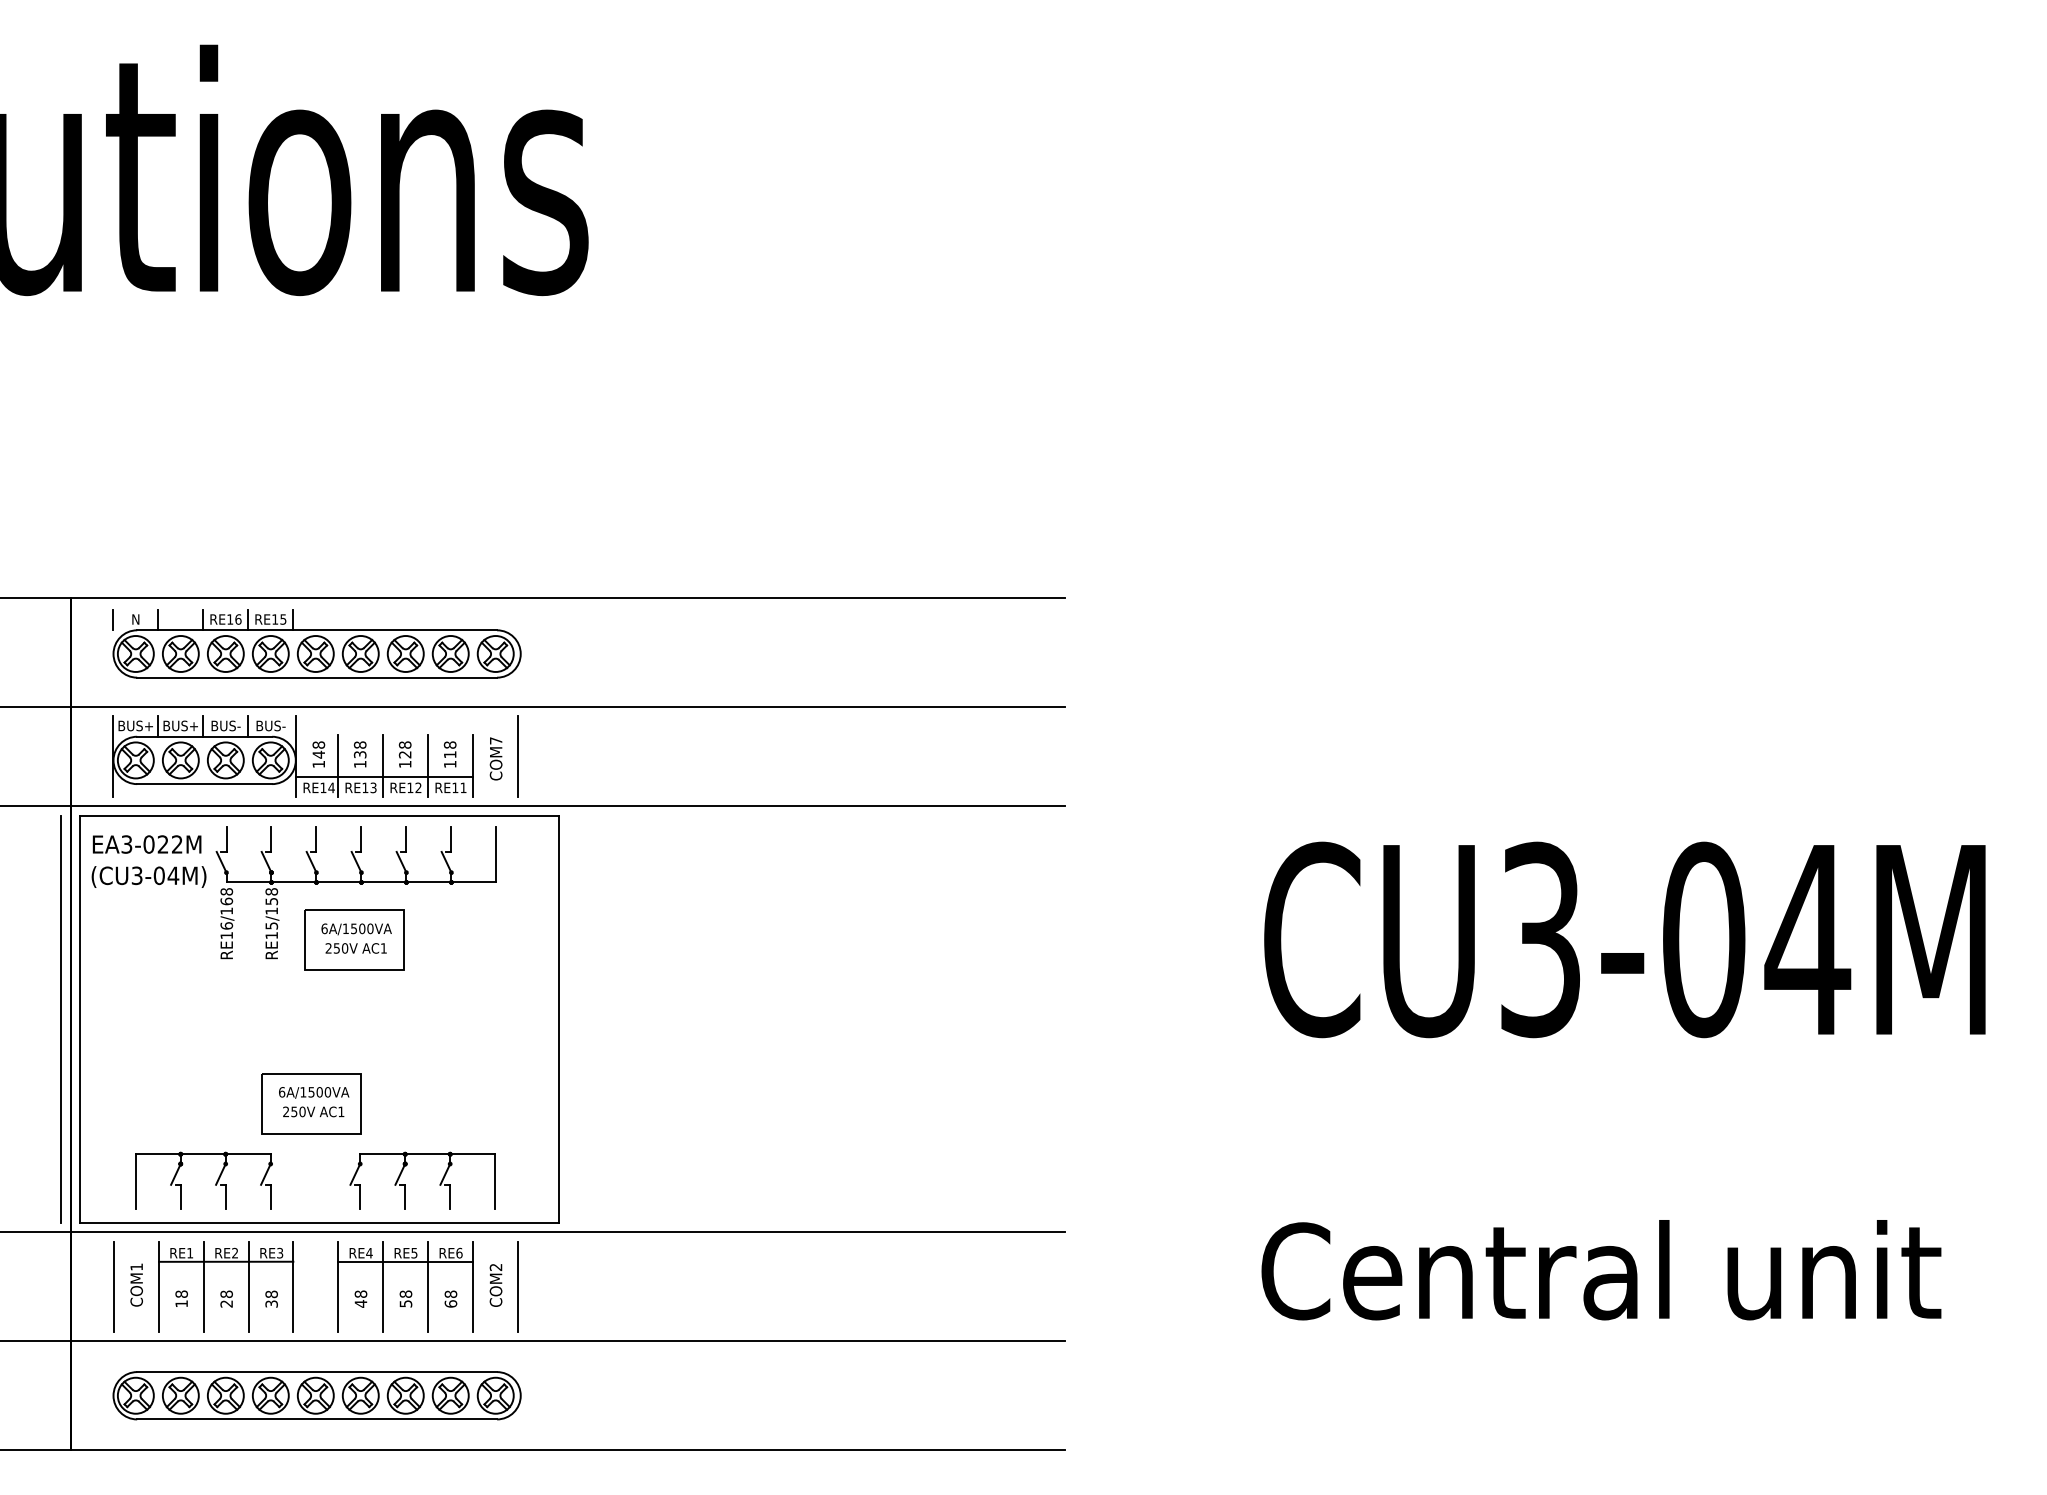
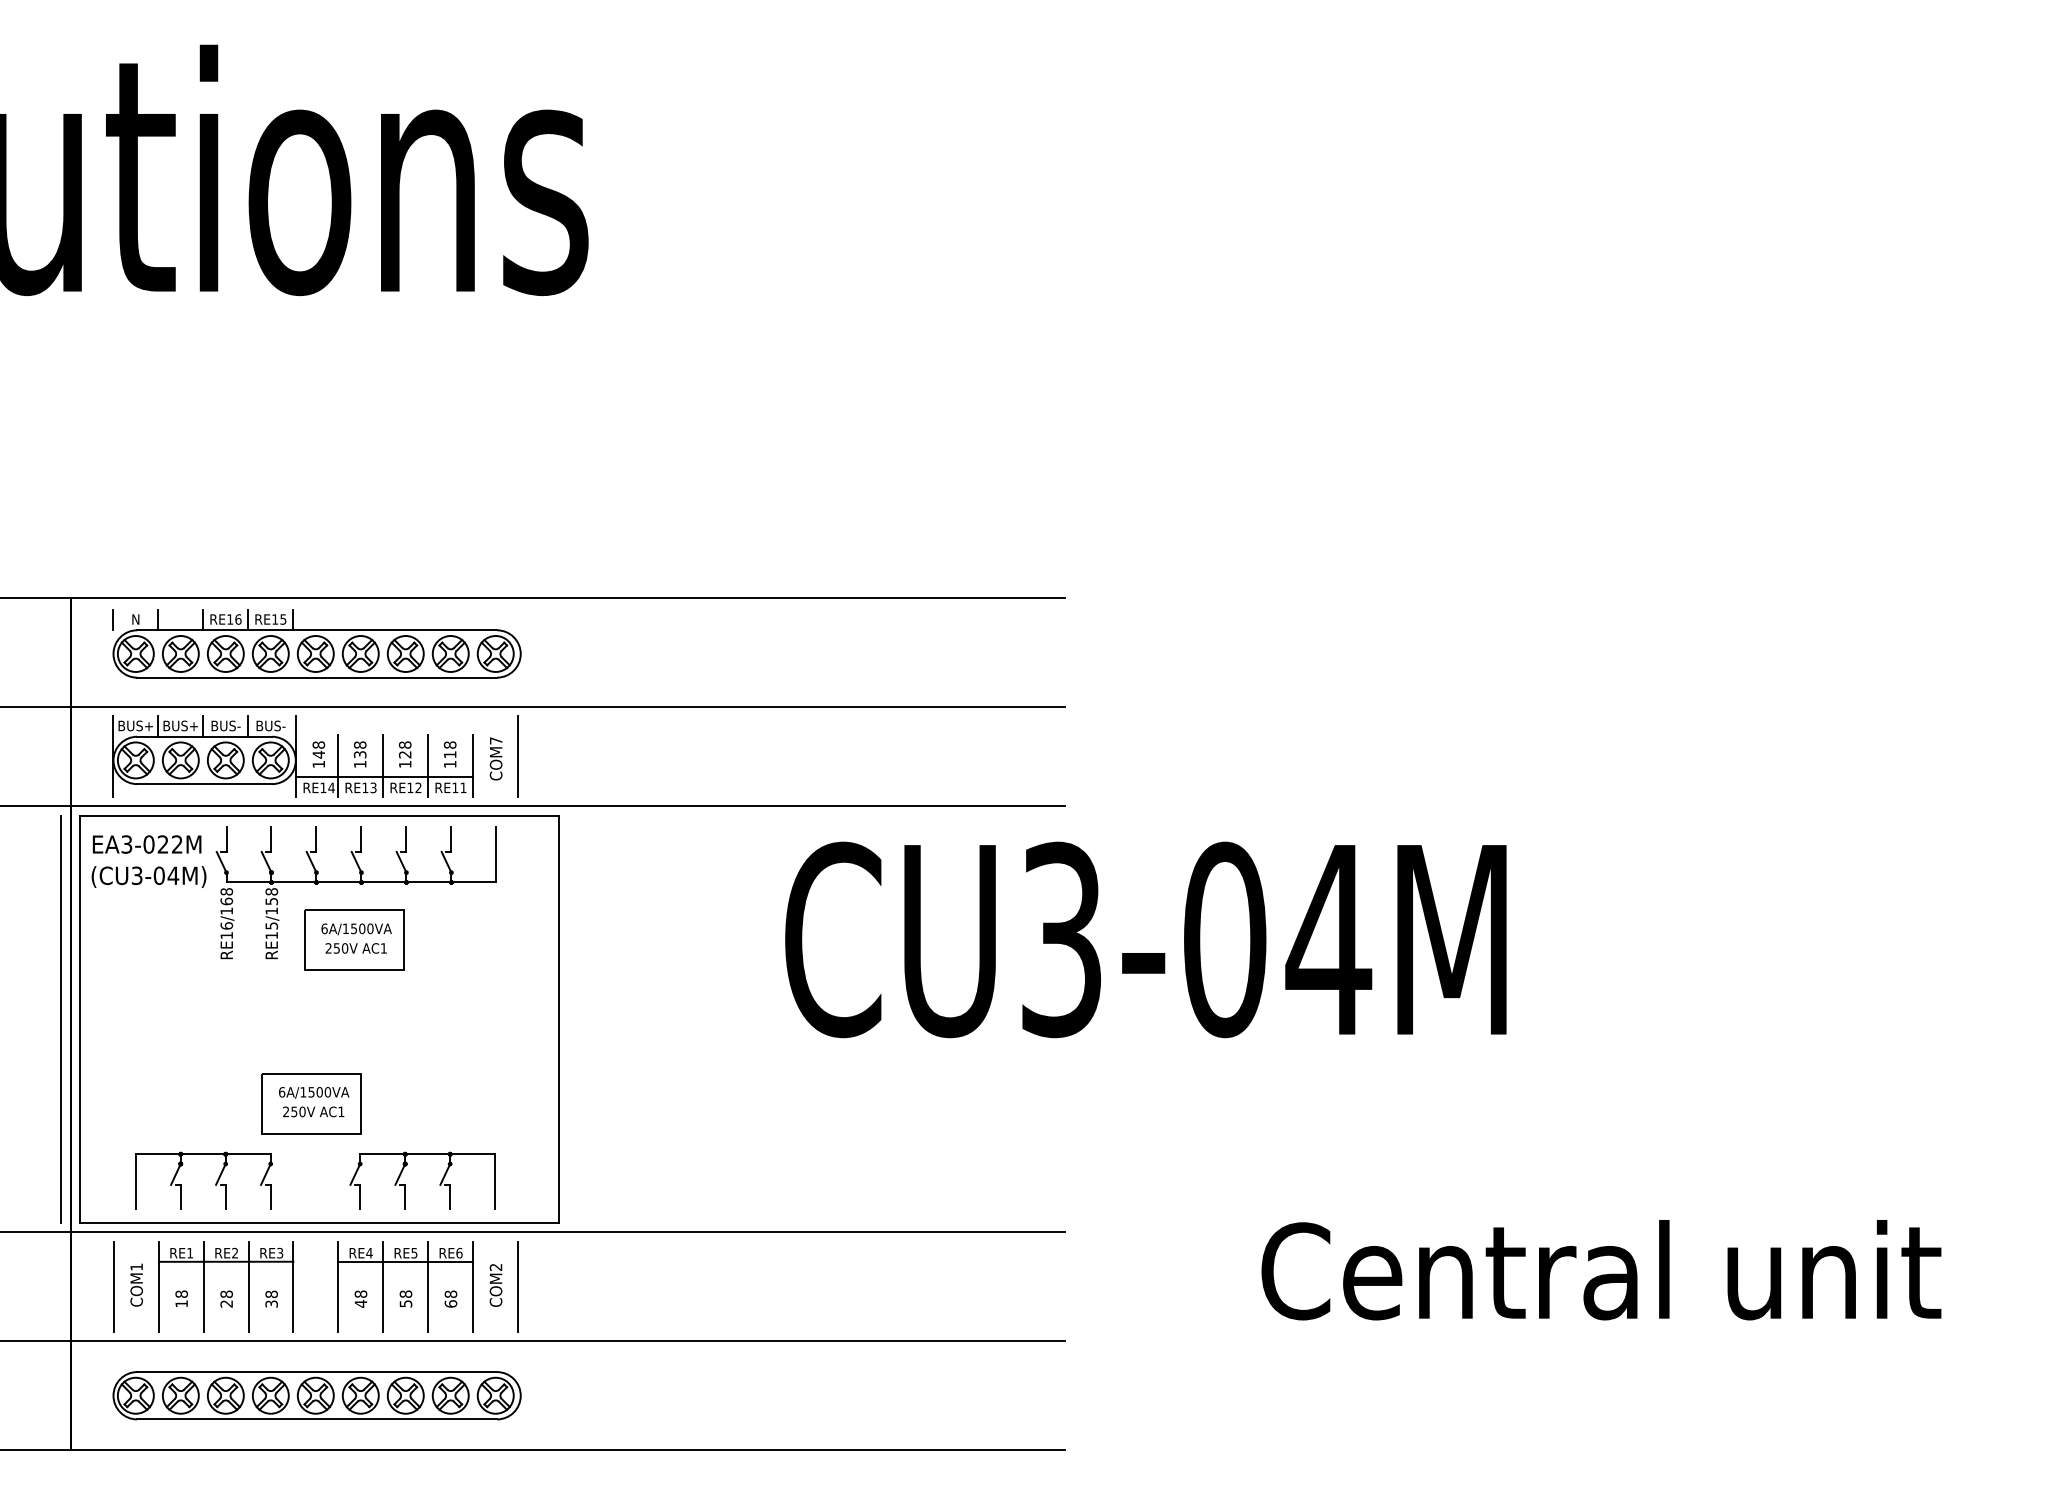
text at (1624, 939) position: (1624, 939) -> (1145, 939)
